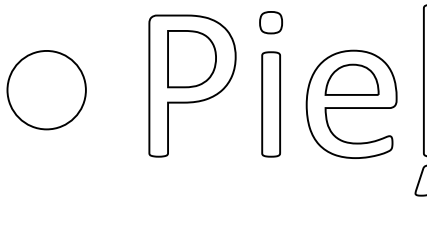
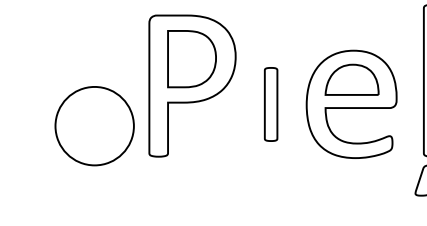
part at (271, 22): present -> none
part at (46, 90) position: (46, 90) -> (94, 126)
part at (270, 104) size: 20x107 px -> 15x75 px
